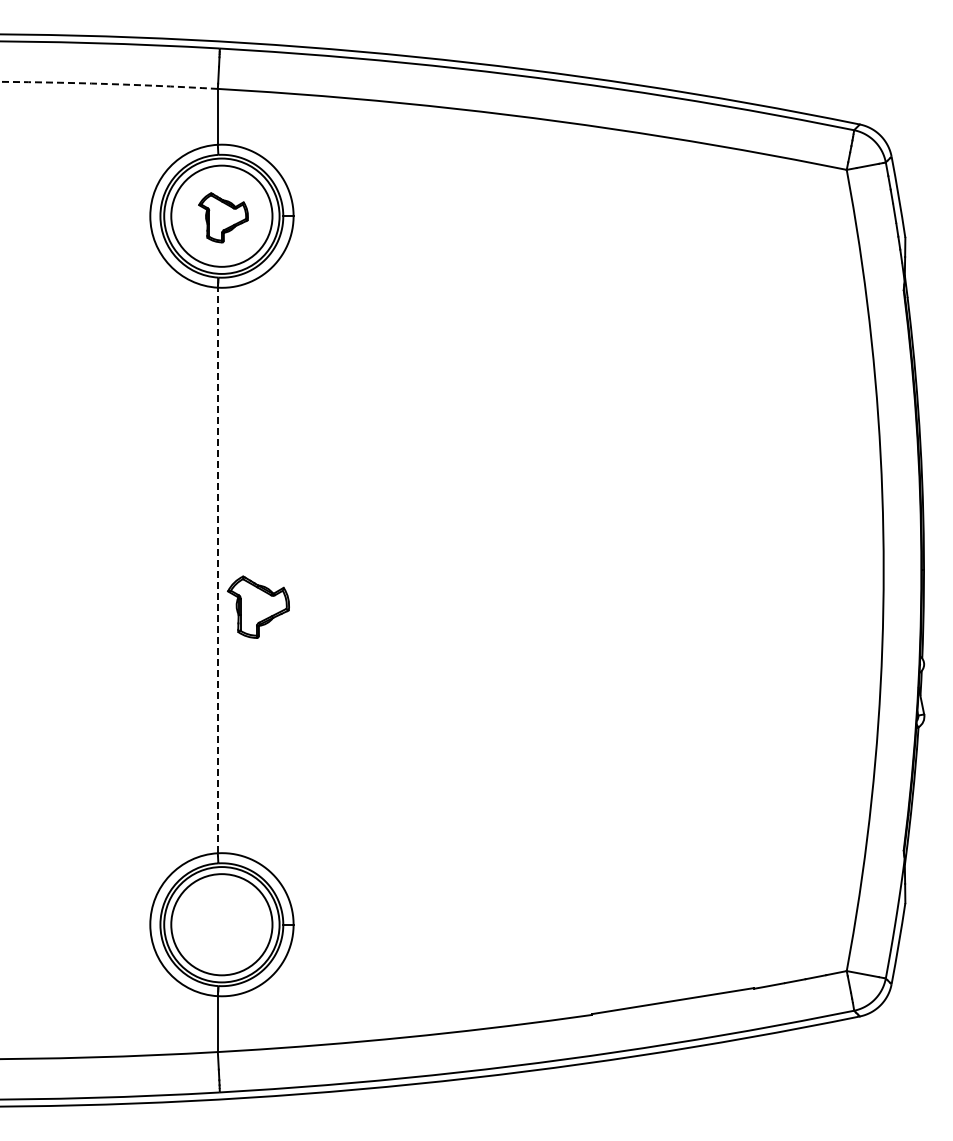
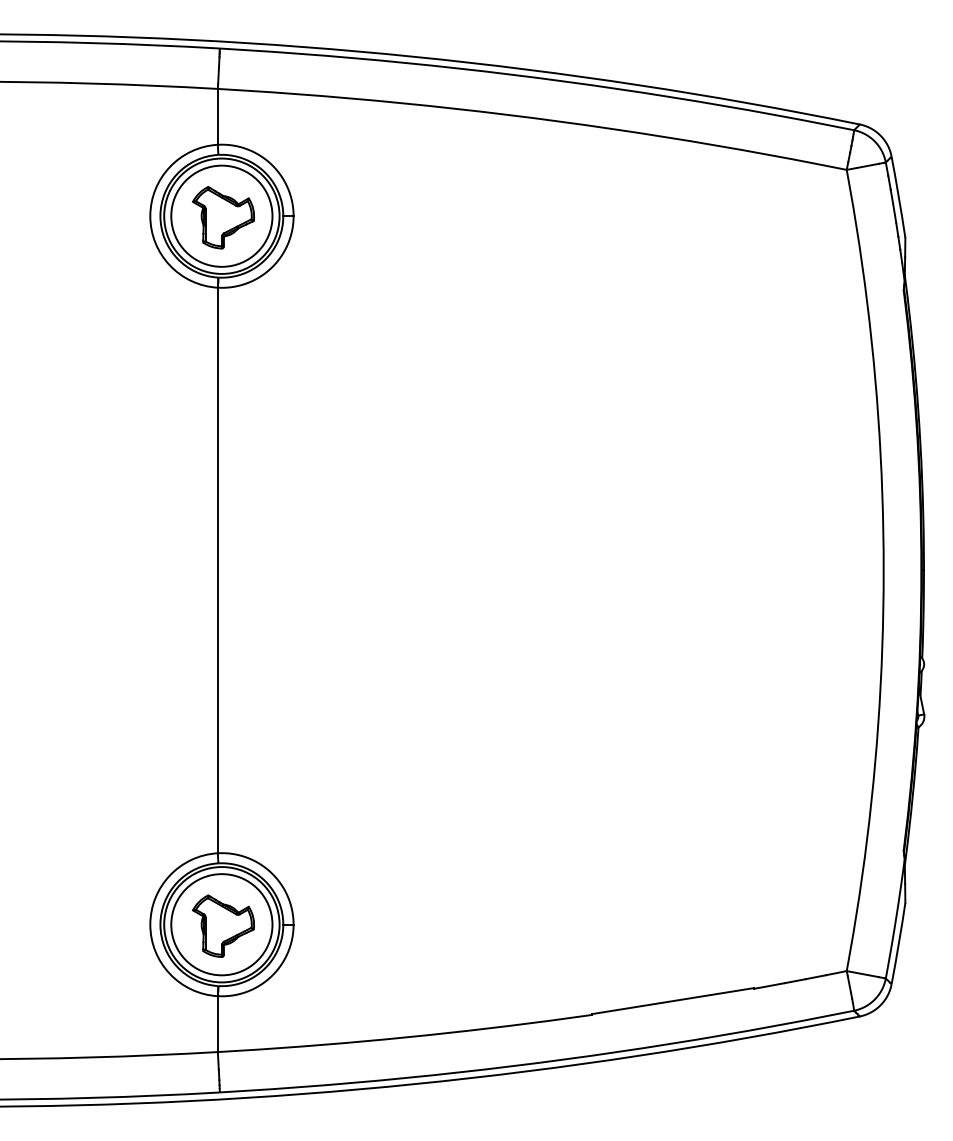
arc at (108, 84): dashed -> solid
part at (223, 217) size: 51x52 px -> 63x64 px
line at (217, 570): dashed -> solid
part at (258, 606) position: (258, 606) -> (223, 925)
